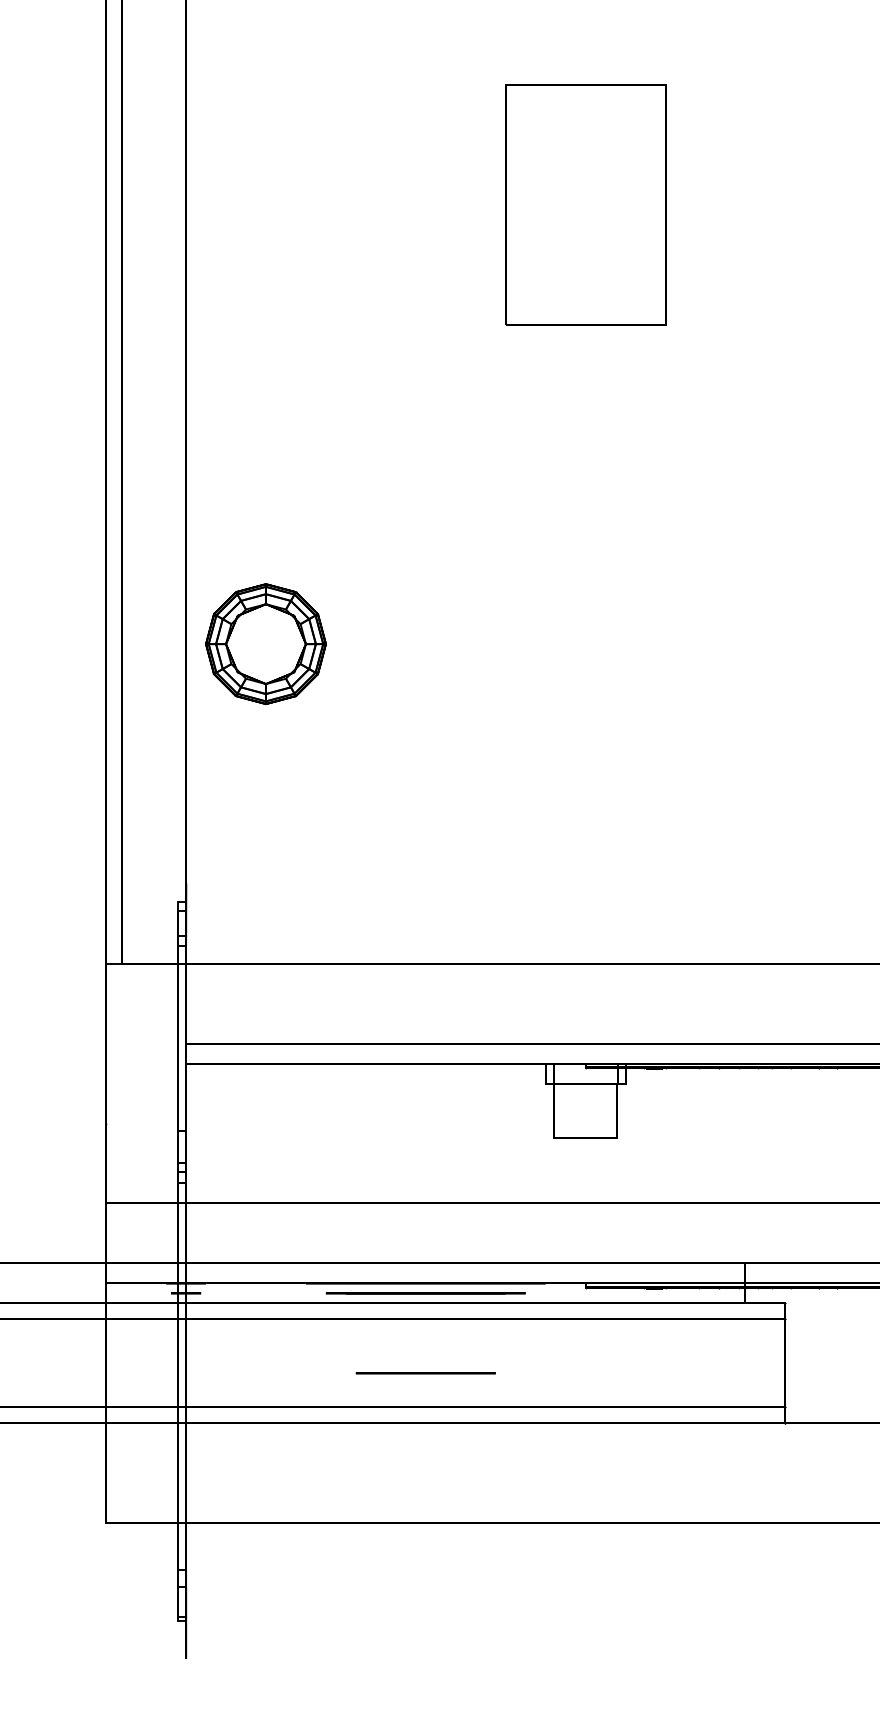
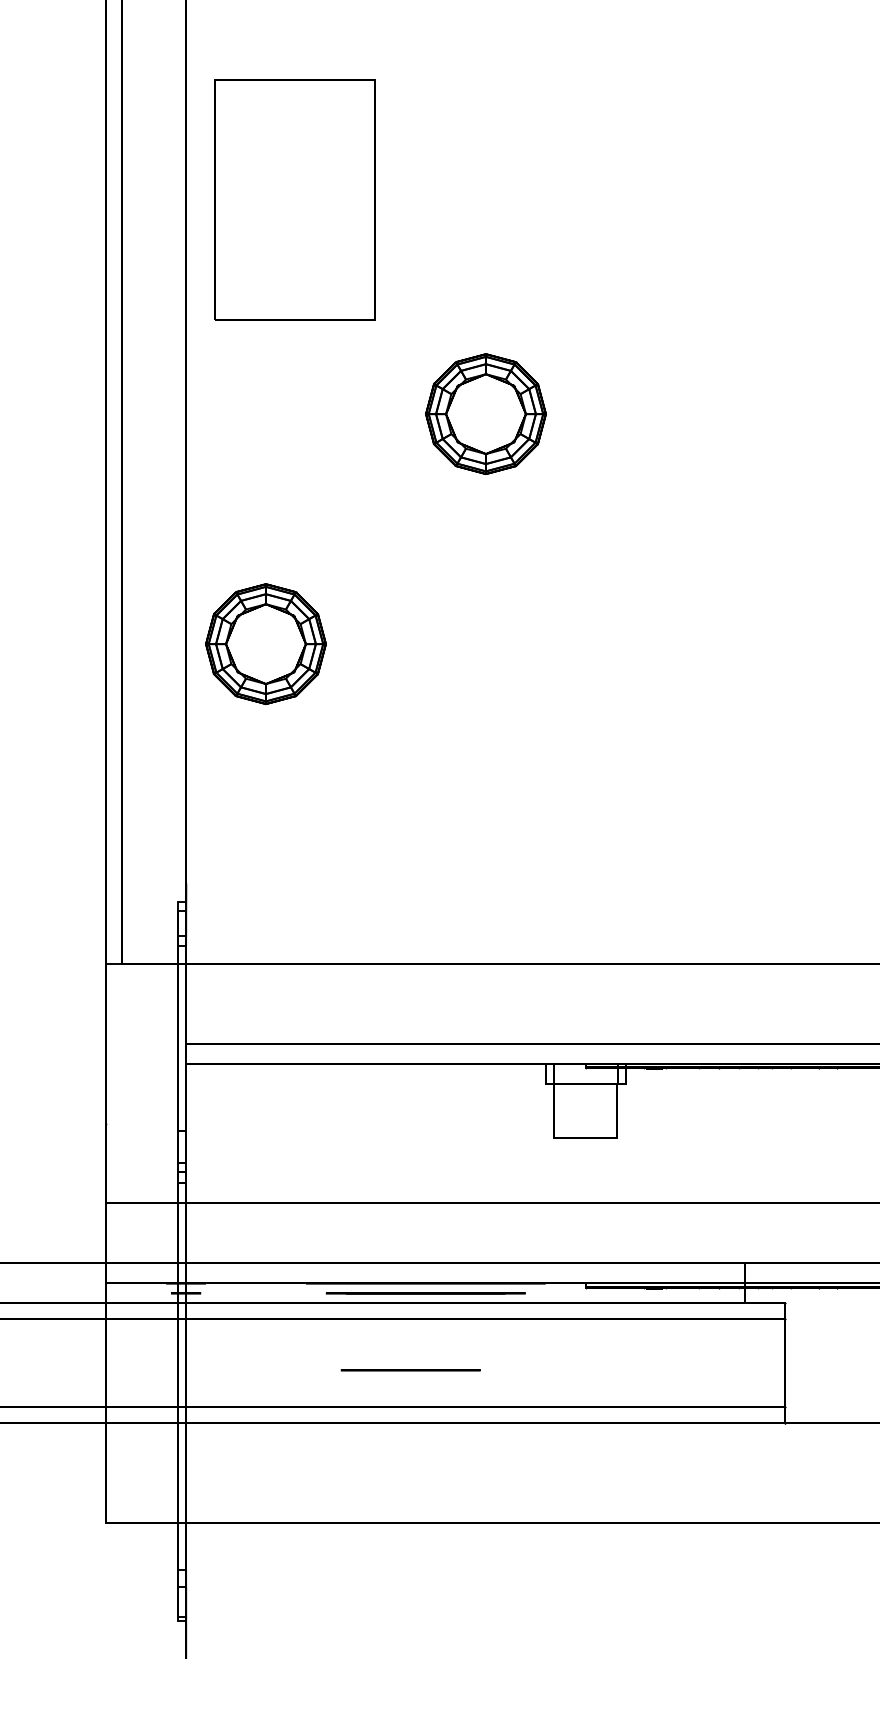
part at (585, 204) position: (585, 204) -> (294, 199)
part at (485, 414): none -> present
circle at (425, 1373) position: (425, 1373) -> (410, 1370)
